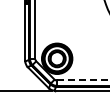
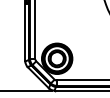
line at (83, 80): dashed -> solid
